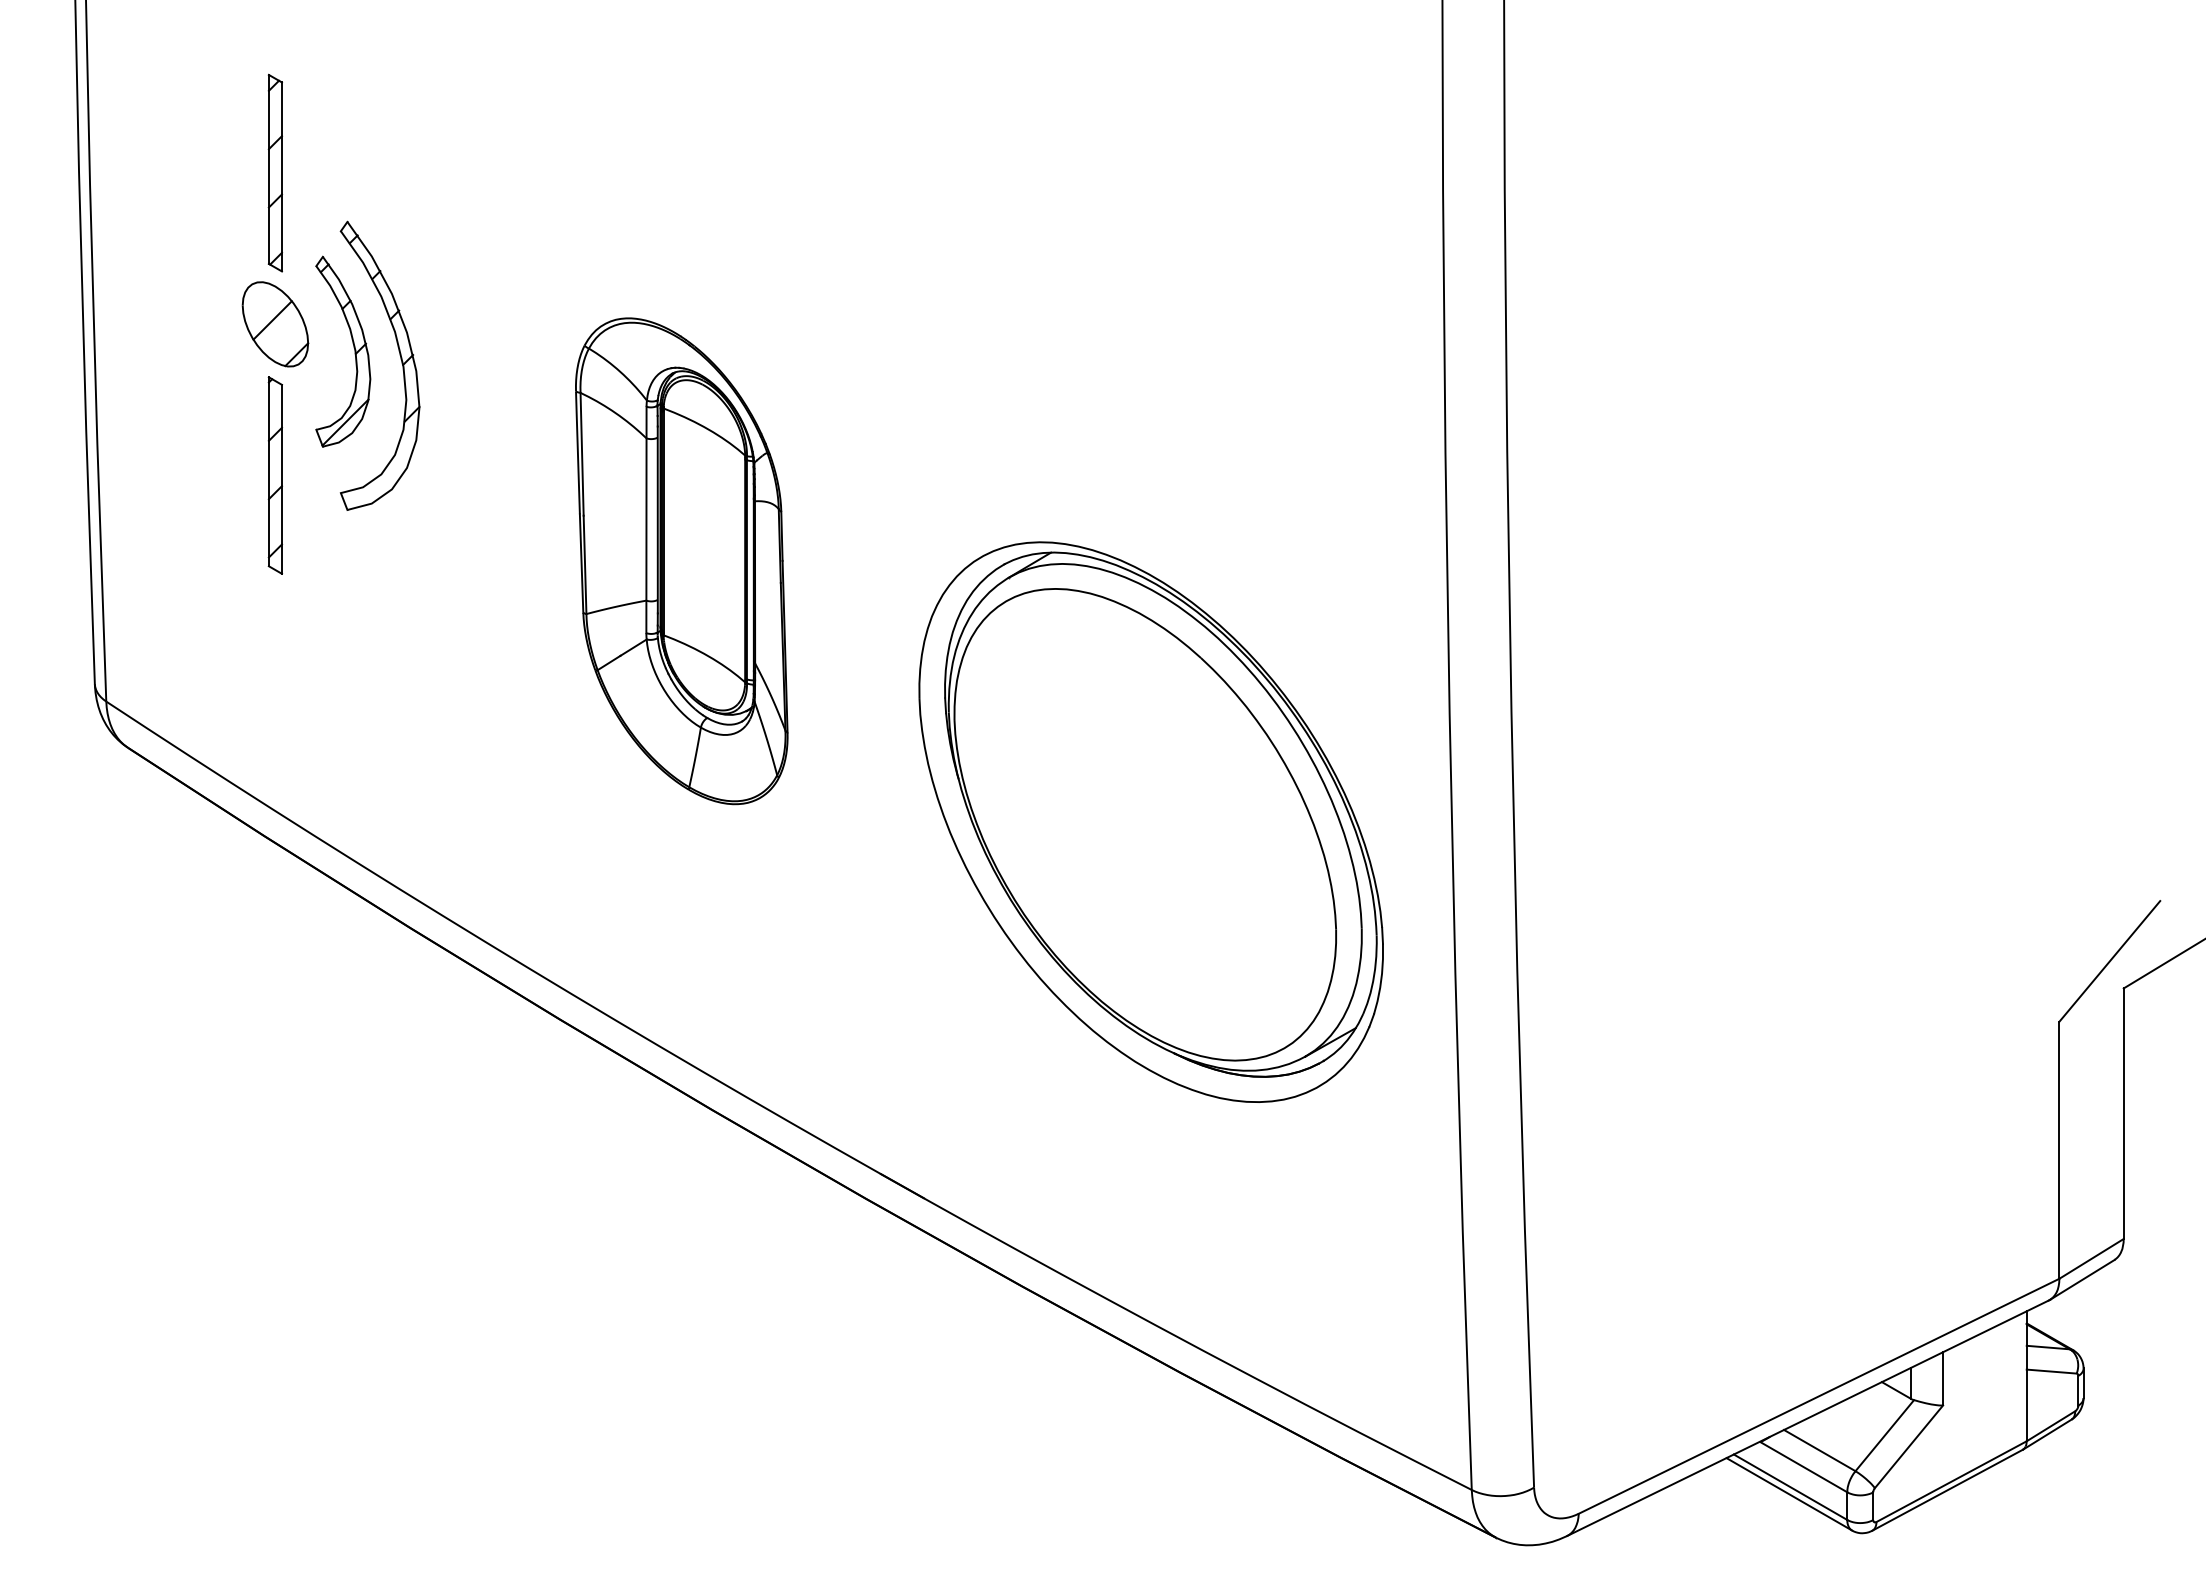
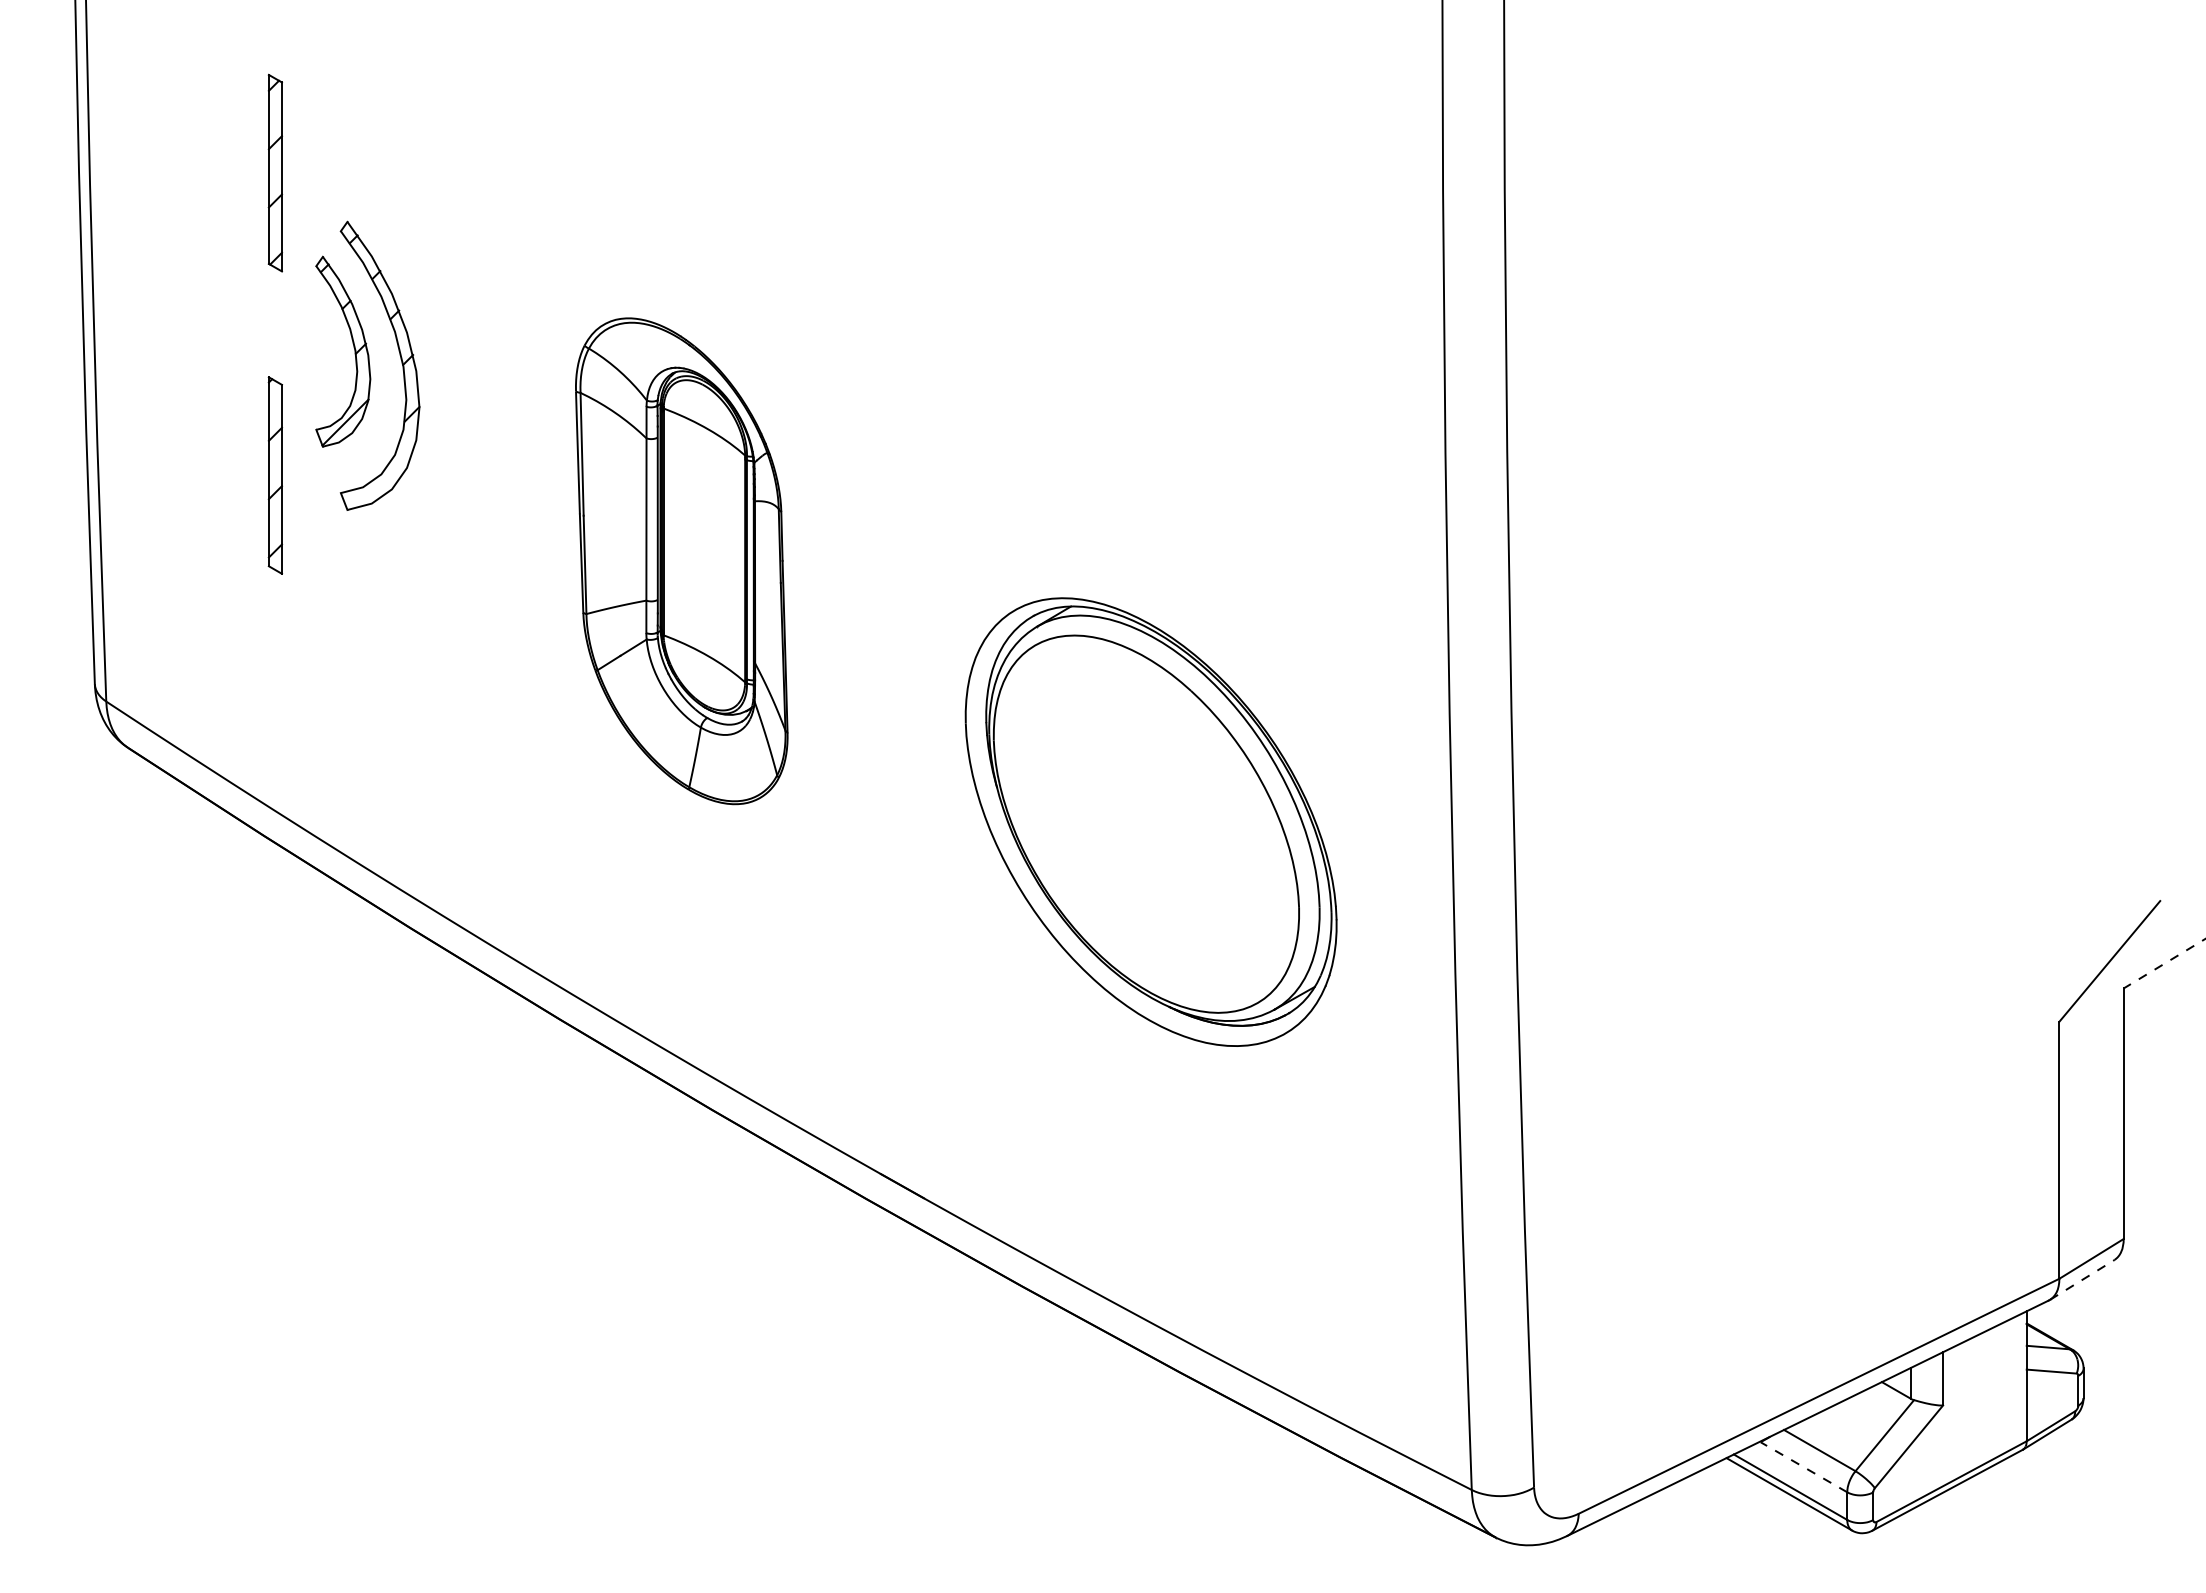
part at (275, 324): present -> none
part at (1150, 821) size: 466x562 px -> 374x450 px
line at (2164, 963): solid -> dashed
line at (2082, 1279): solid -> dashed
line at (1804, 1467): solid -> dashed
